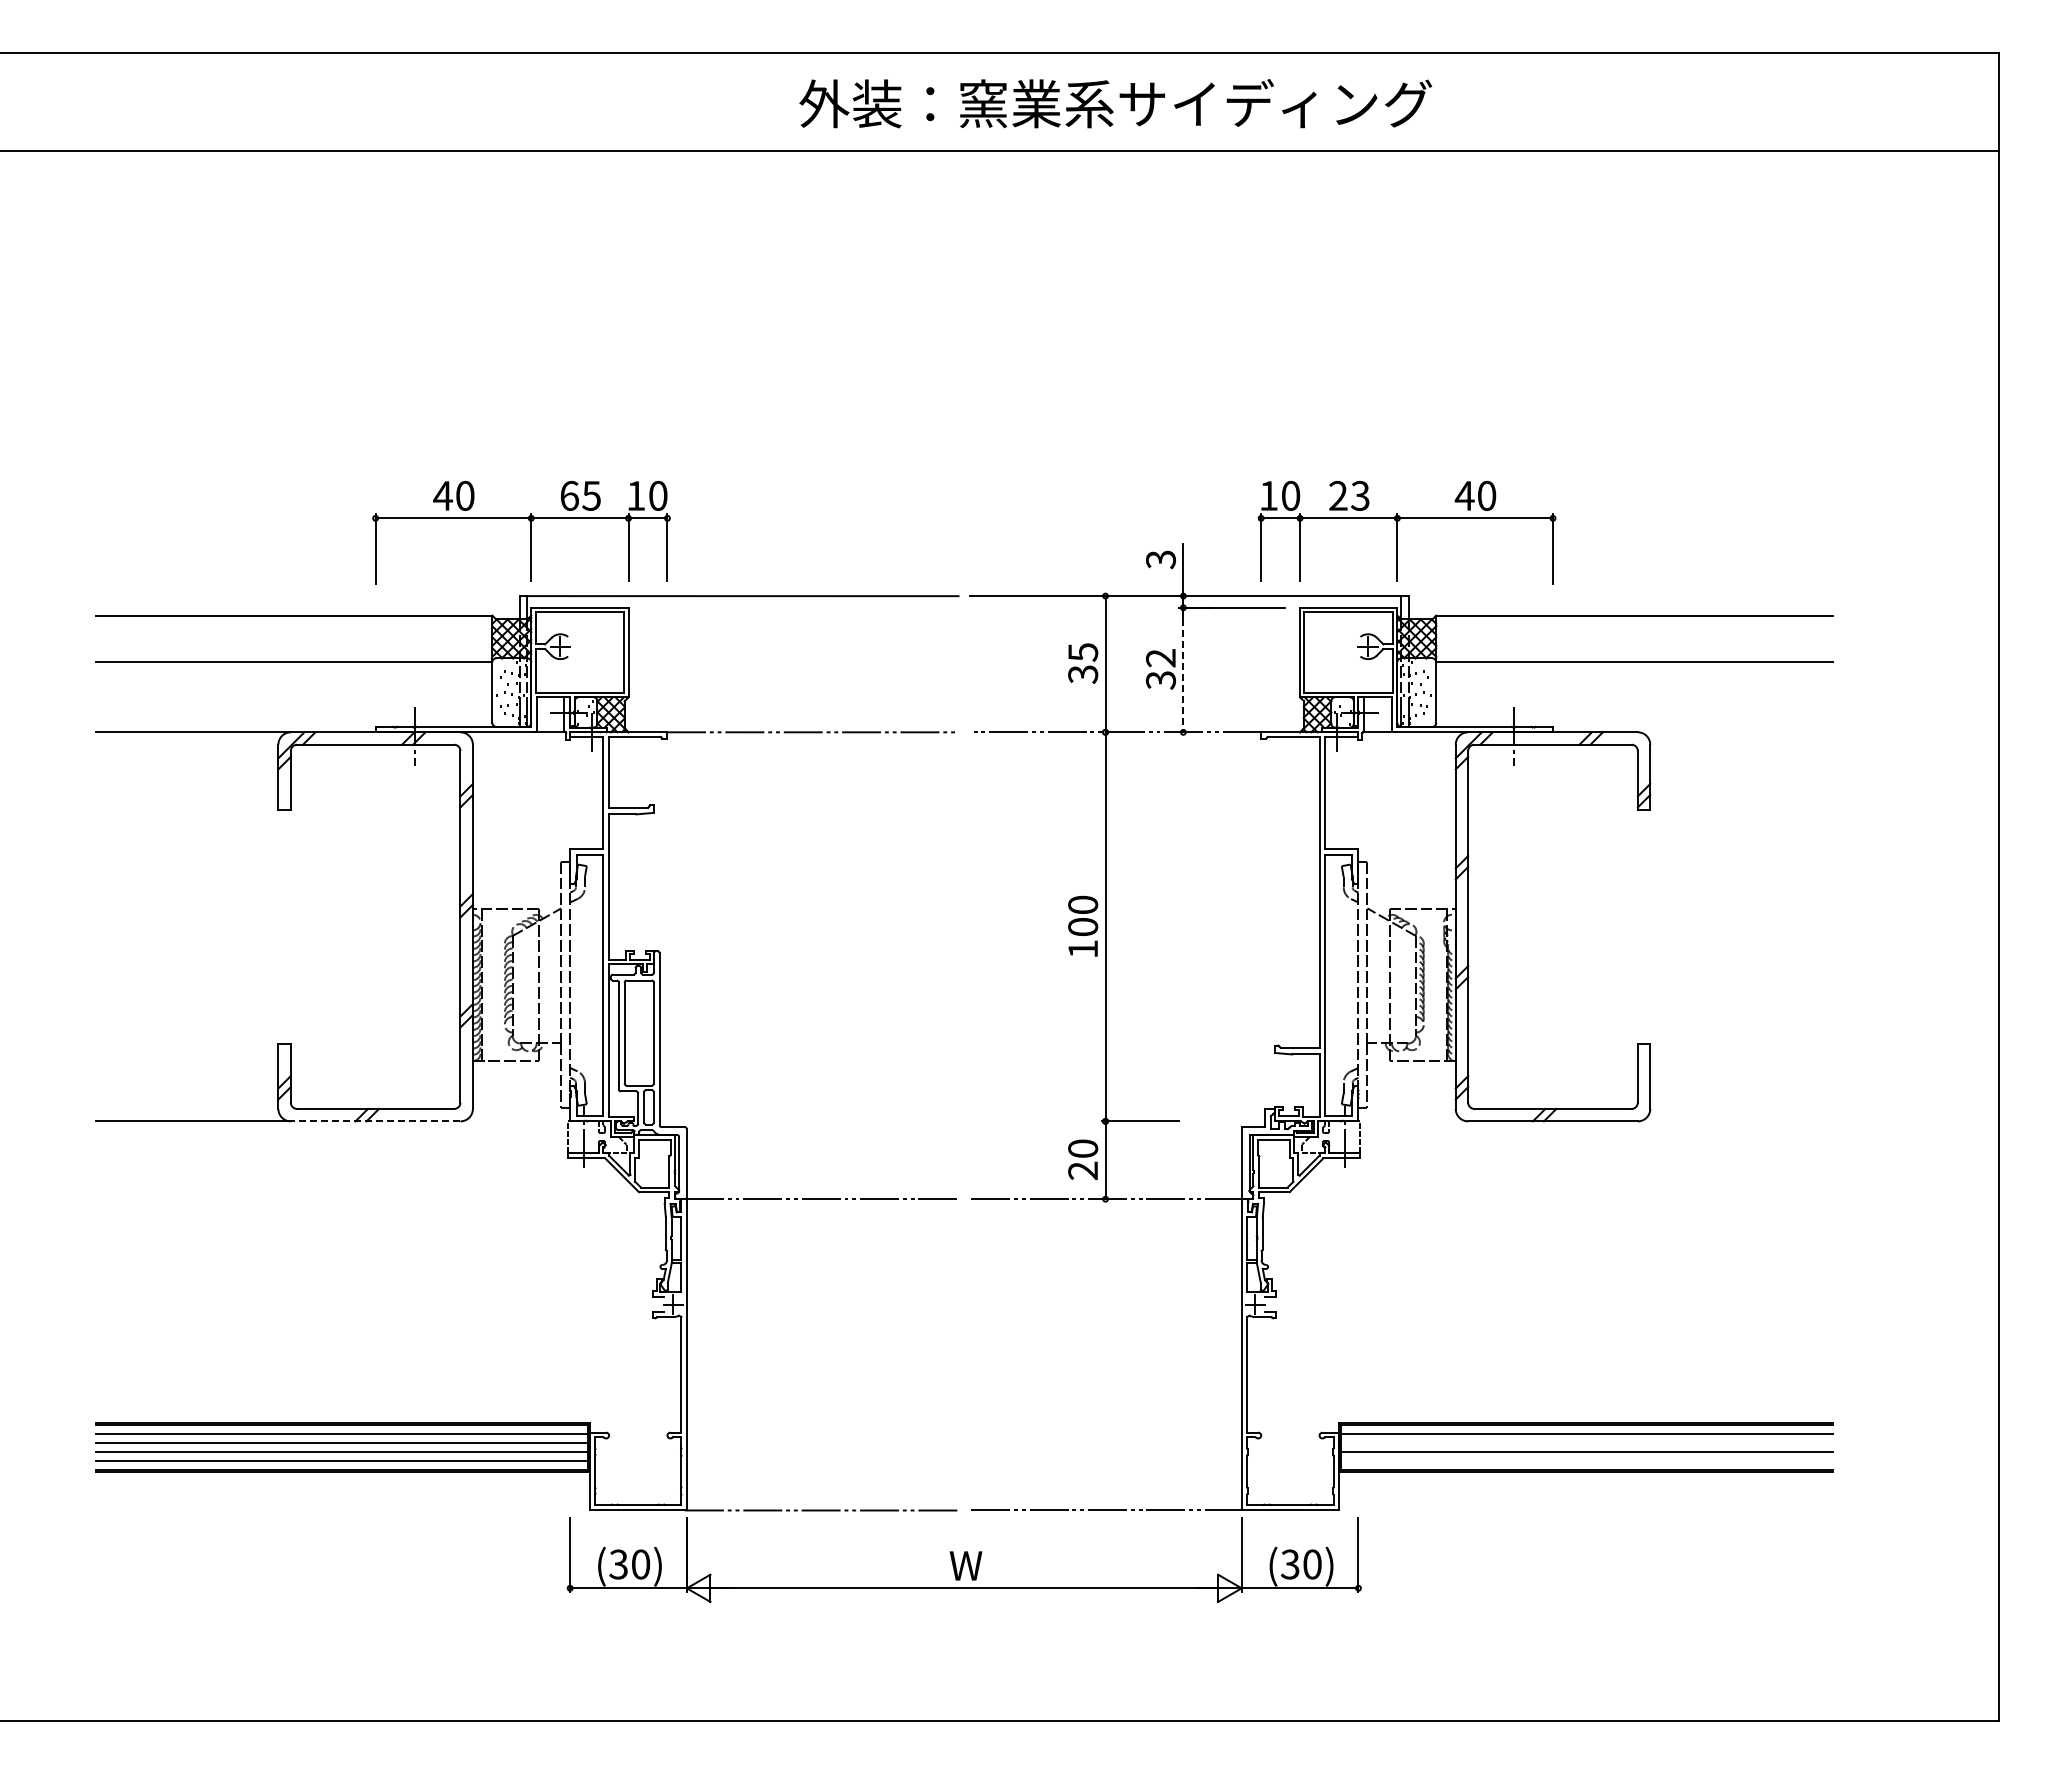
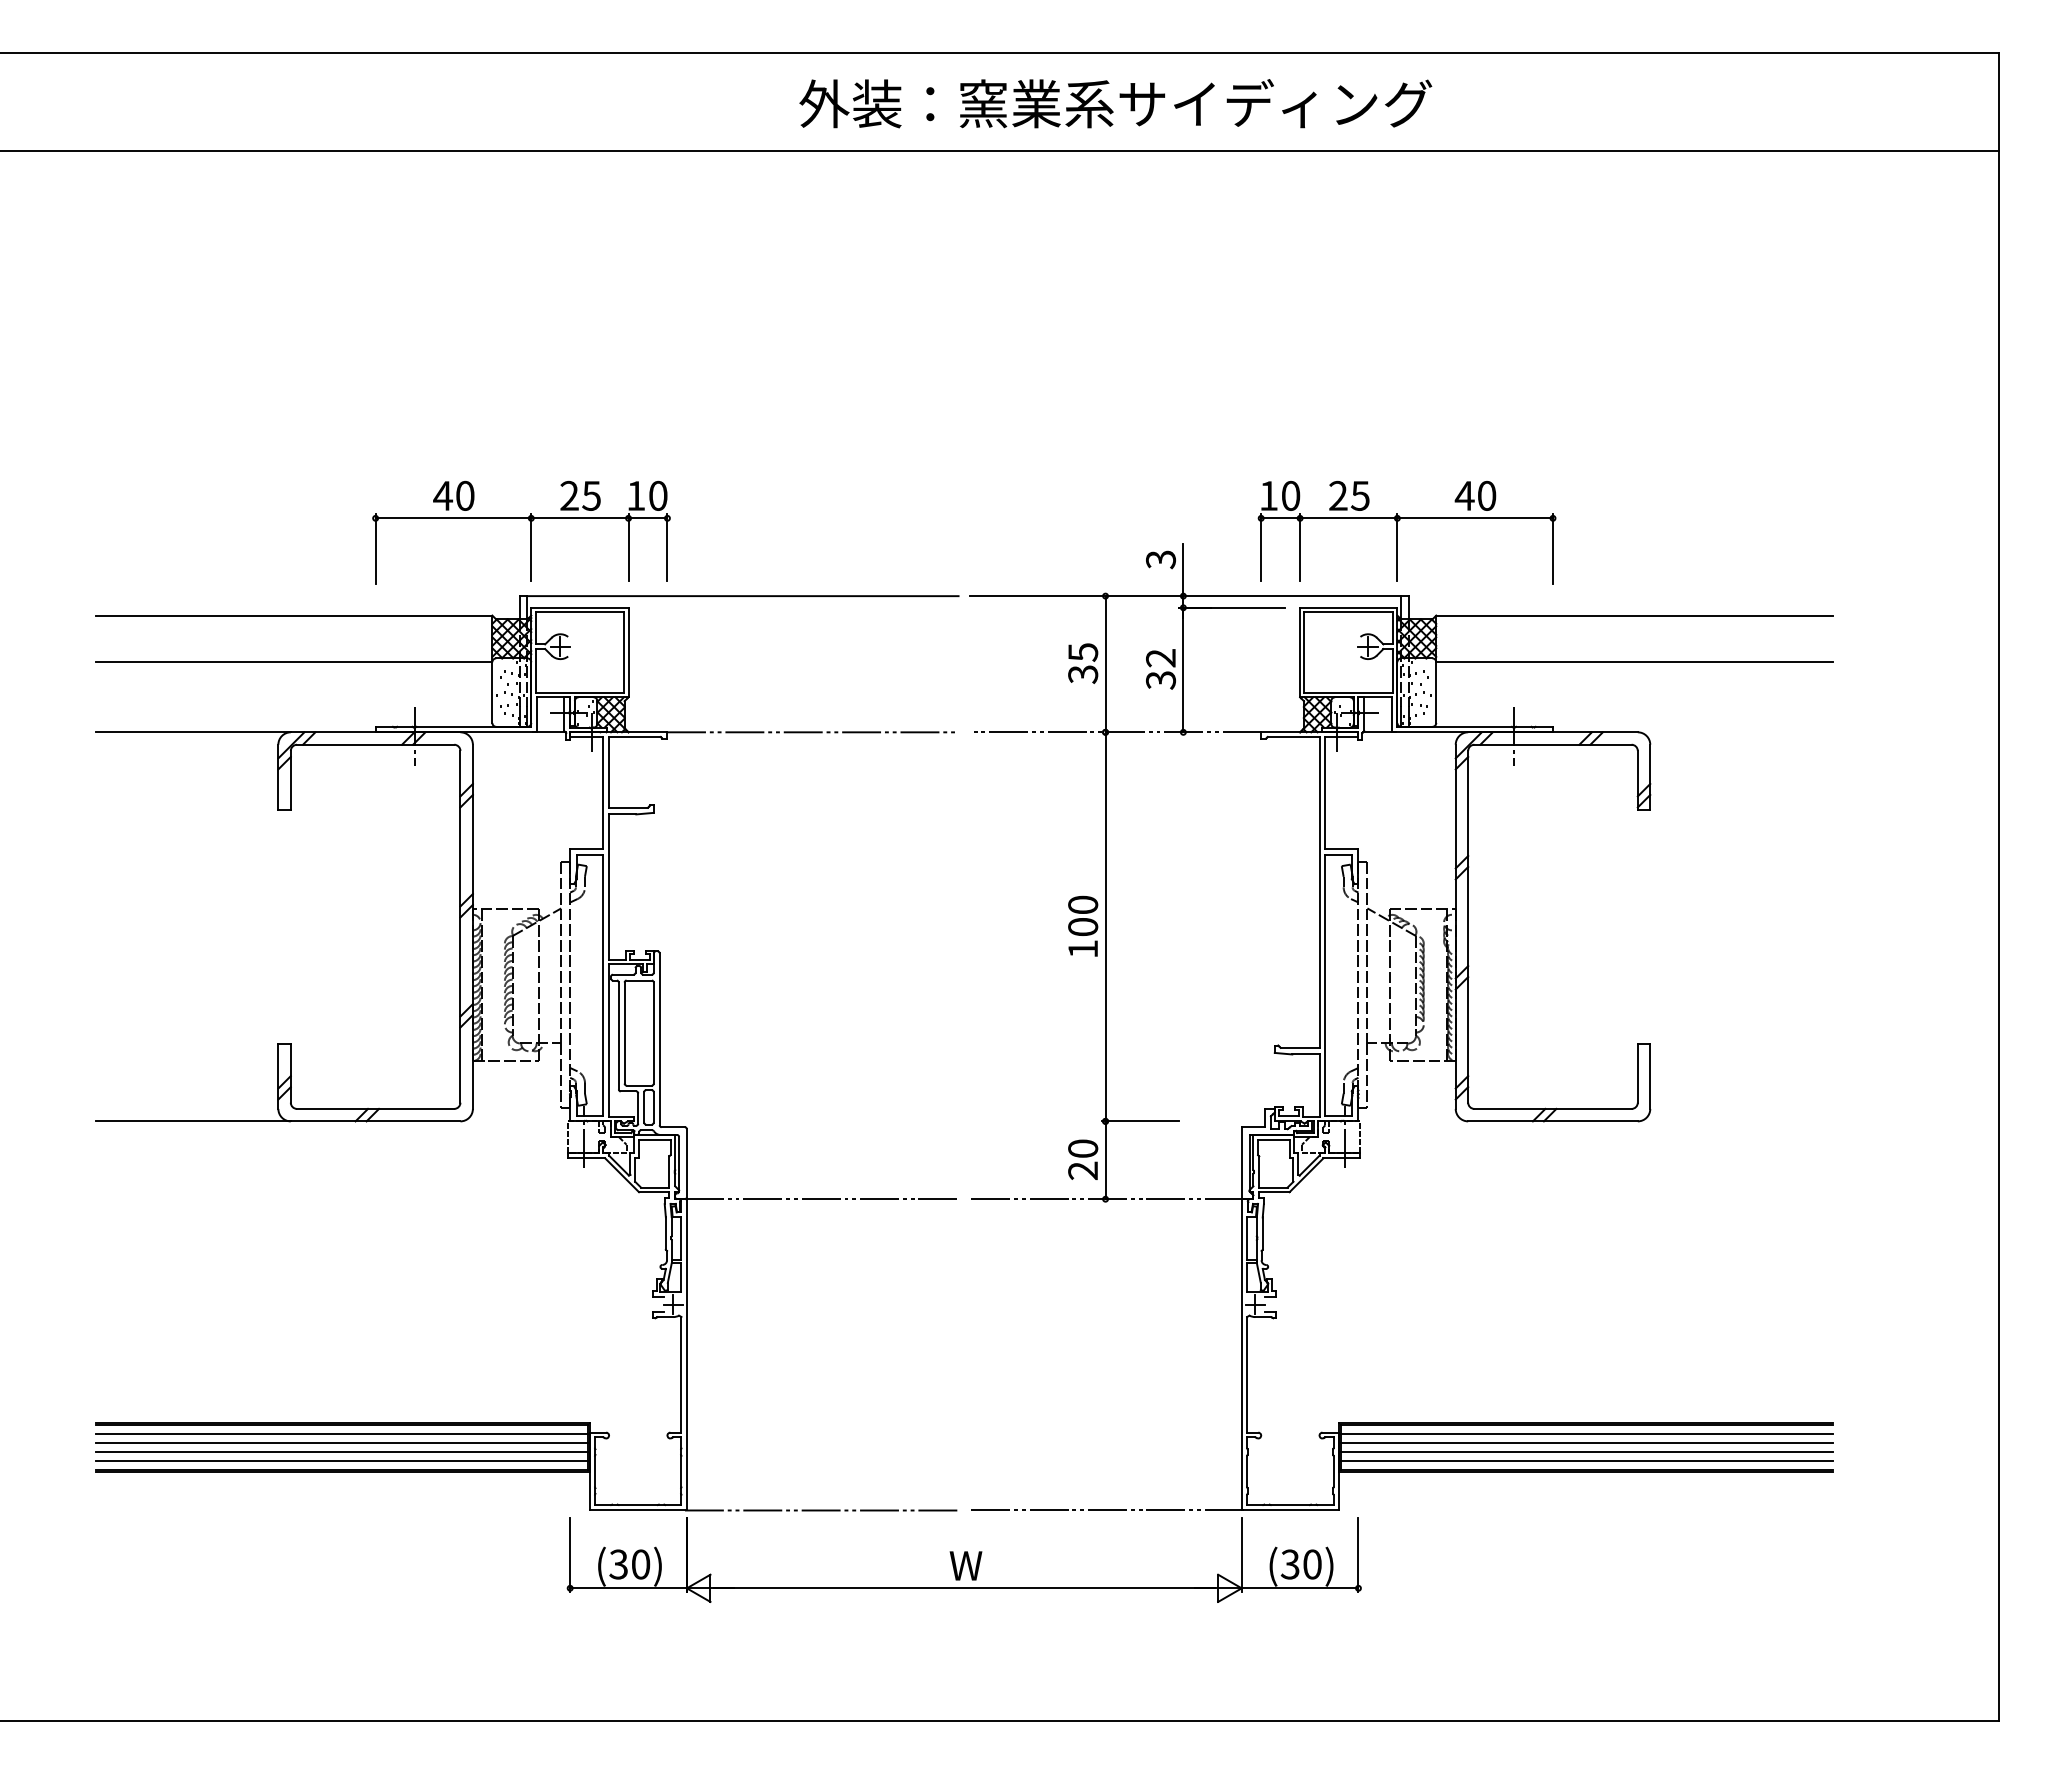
text at (569, 495): 65 -> 25
text at (1360, 495): 23 -> 25
line at (1183, 670): dashed -> solid
line at (375, 1121): dashed -> solid
line at (1586, 1442): none -> present
line at (1586, 1460): none -> present
